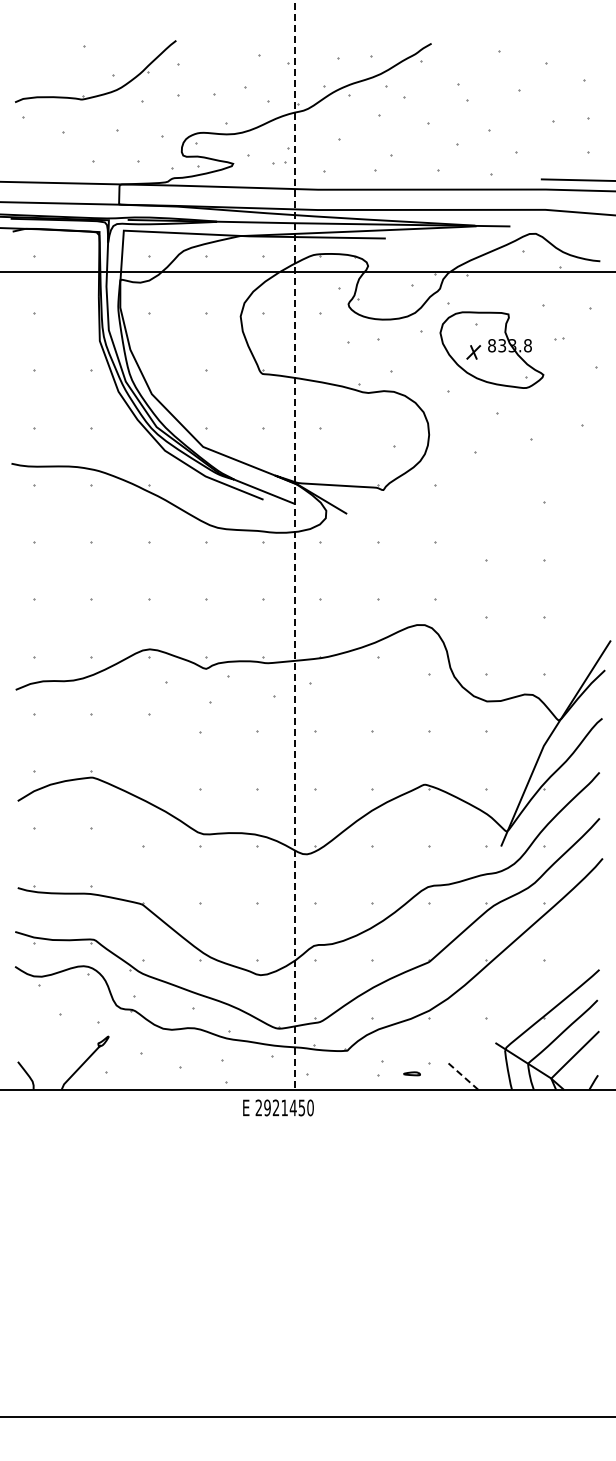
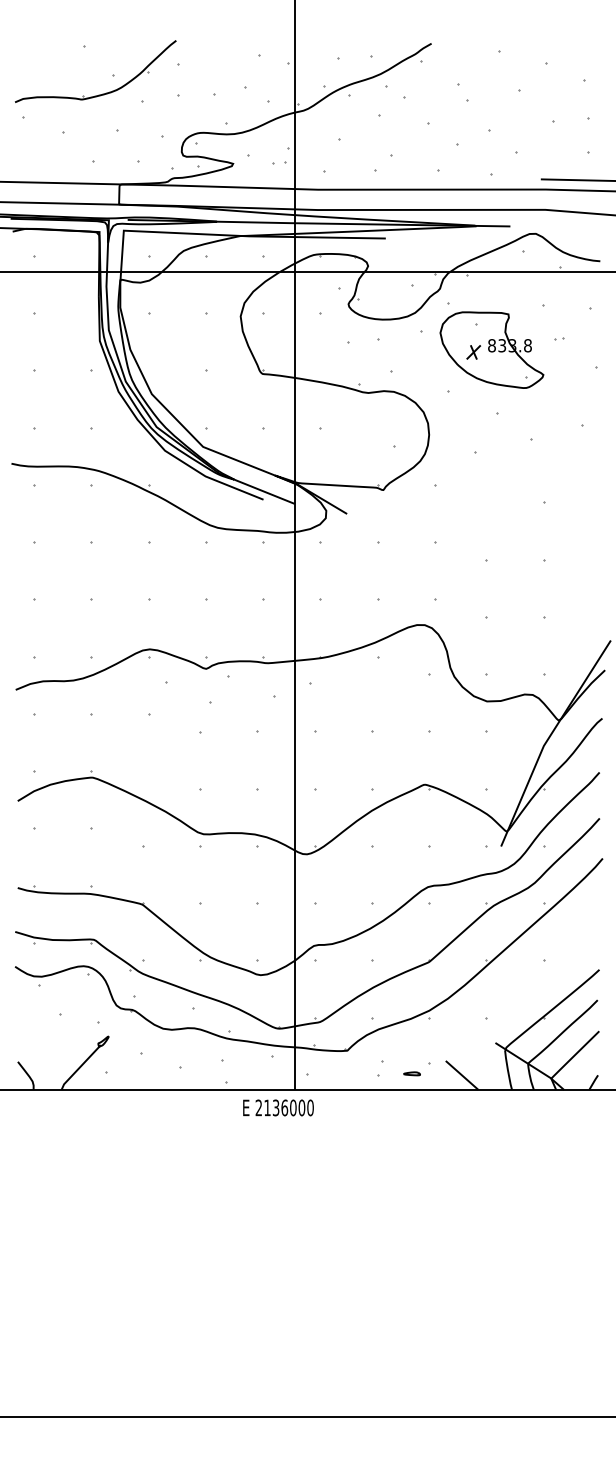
line at (295, 545): dashed -> solid
line at (462, 1075): dashed -> solid
text at (284, 1107): 2921450 -> 2136000
